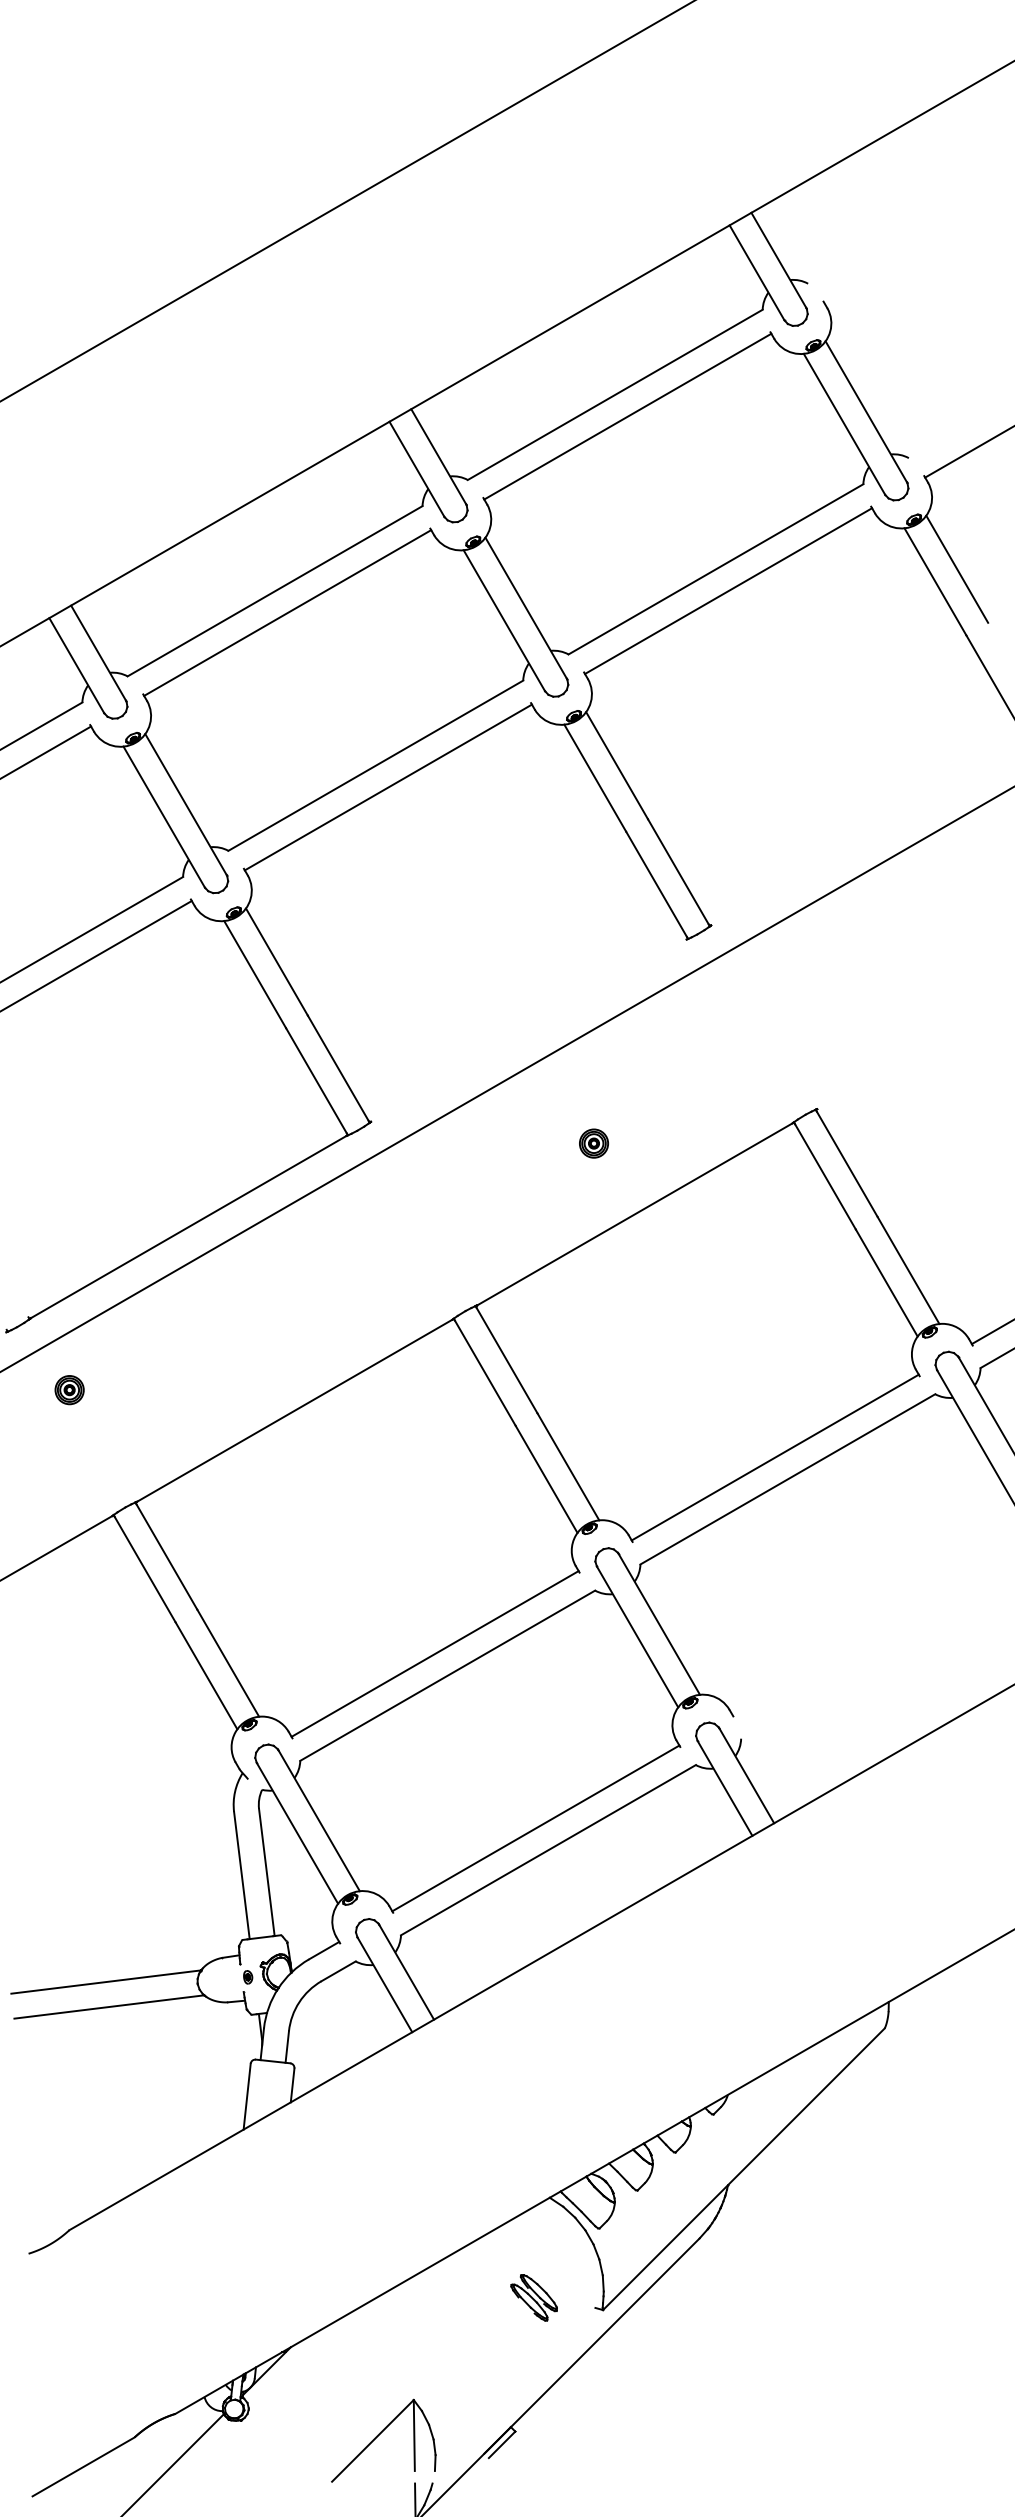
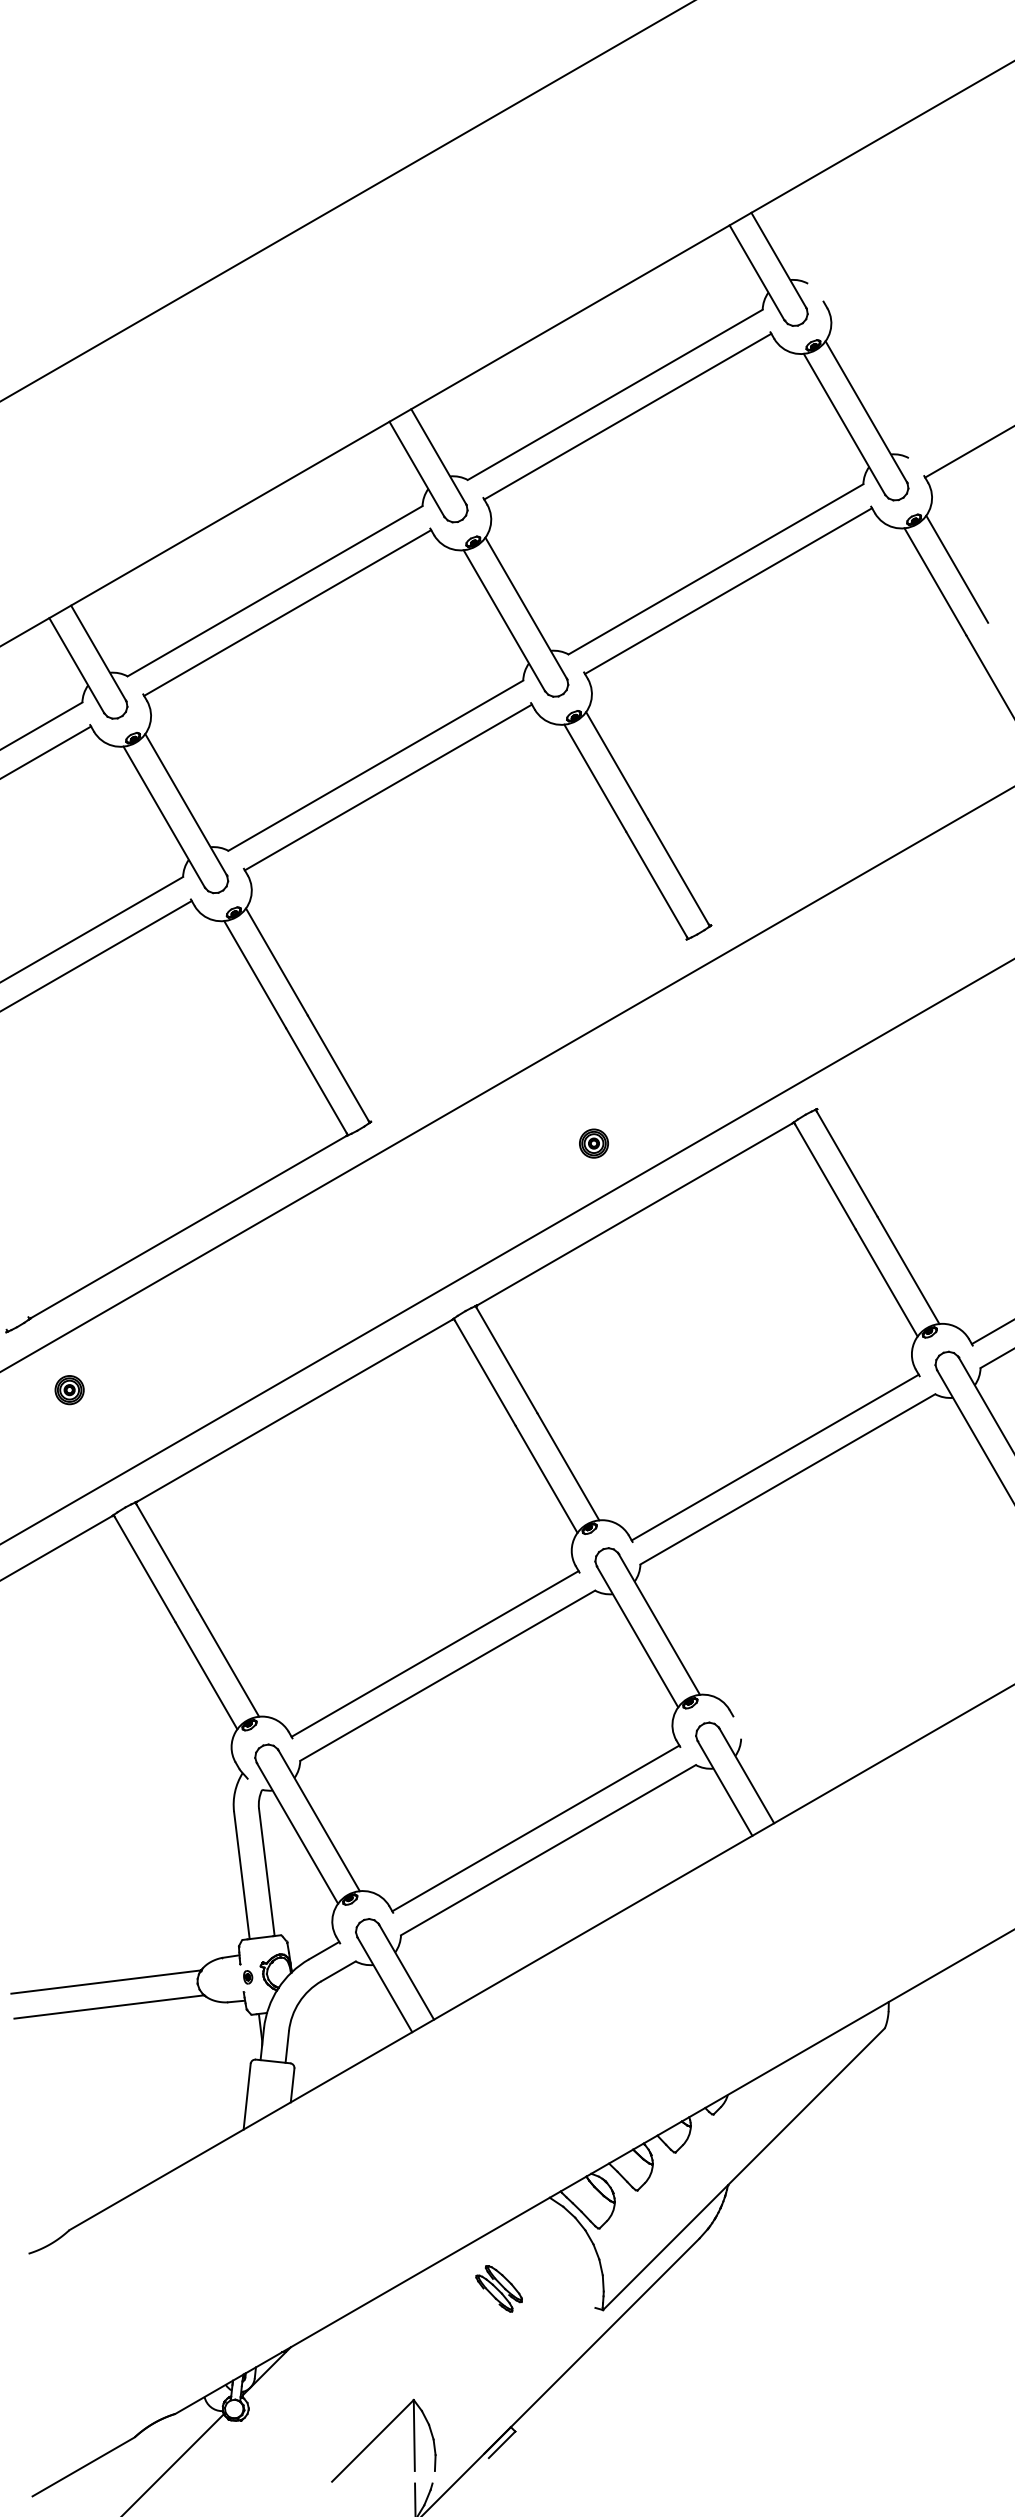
line at (506, 1251): none -> present
part at (533, 2297) position: (533, 2297) -> (498, 2288)
